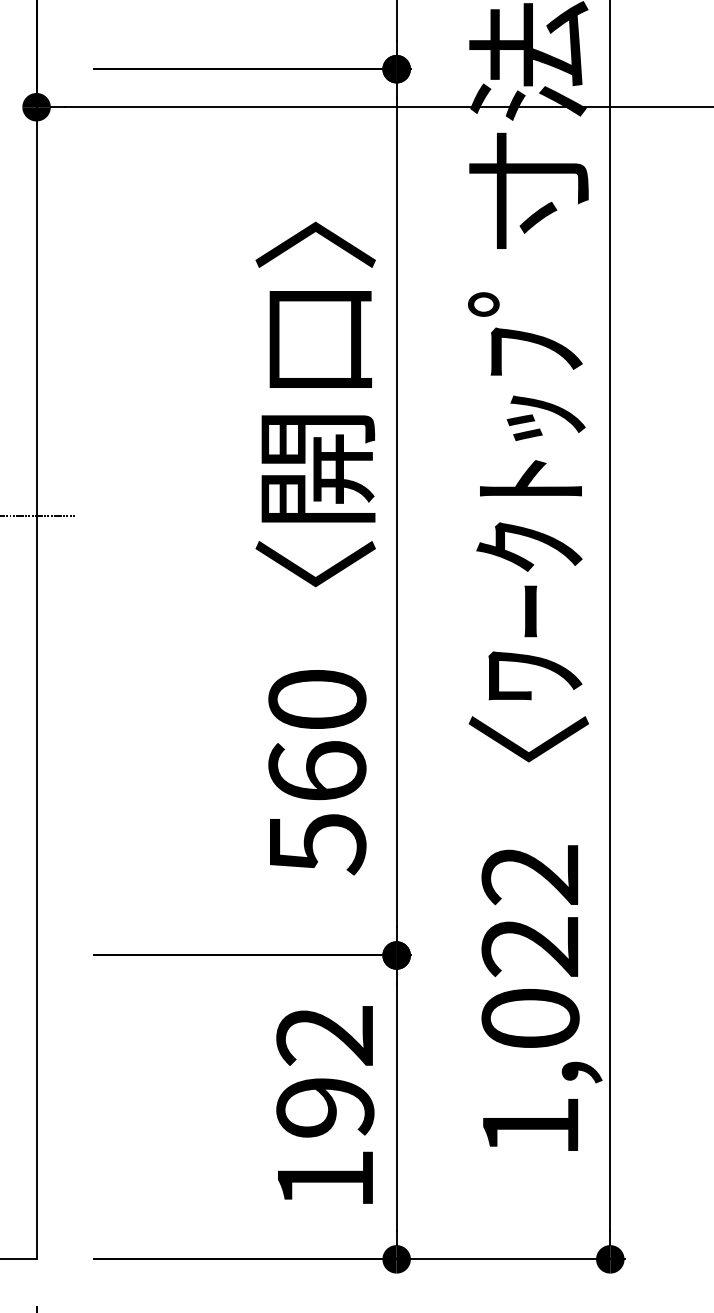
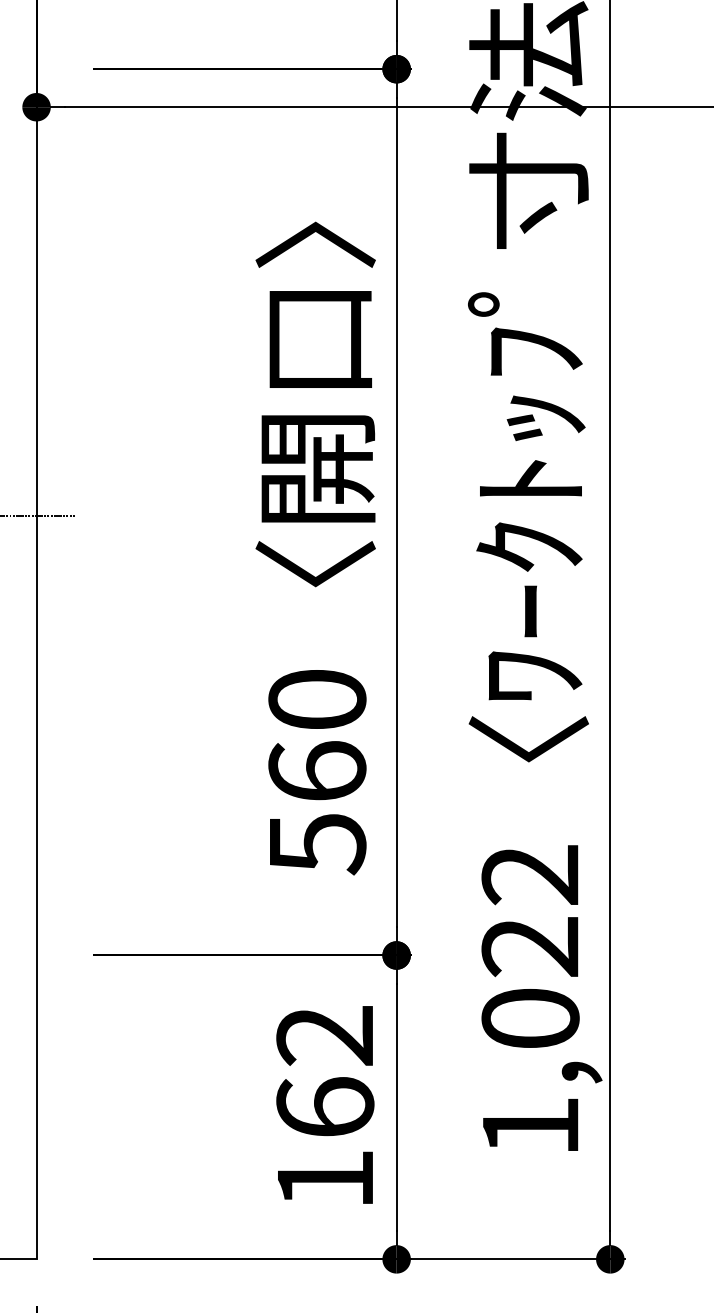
text at (325, 1107): 192 -> 162
